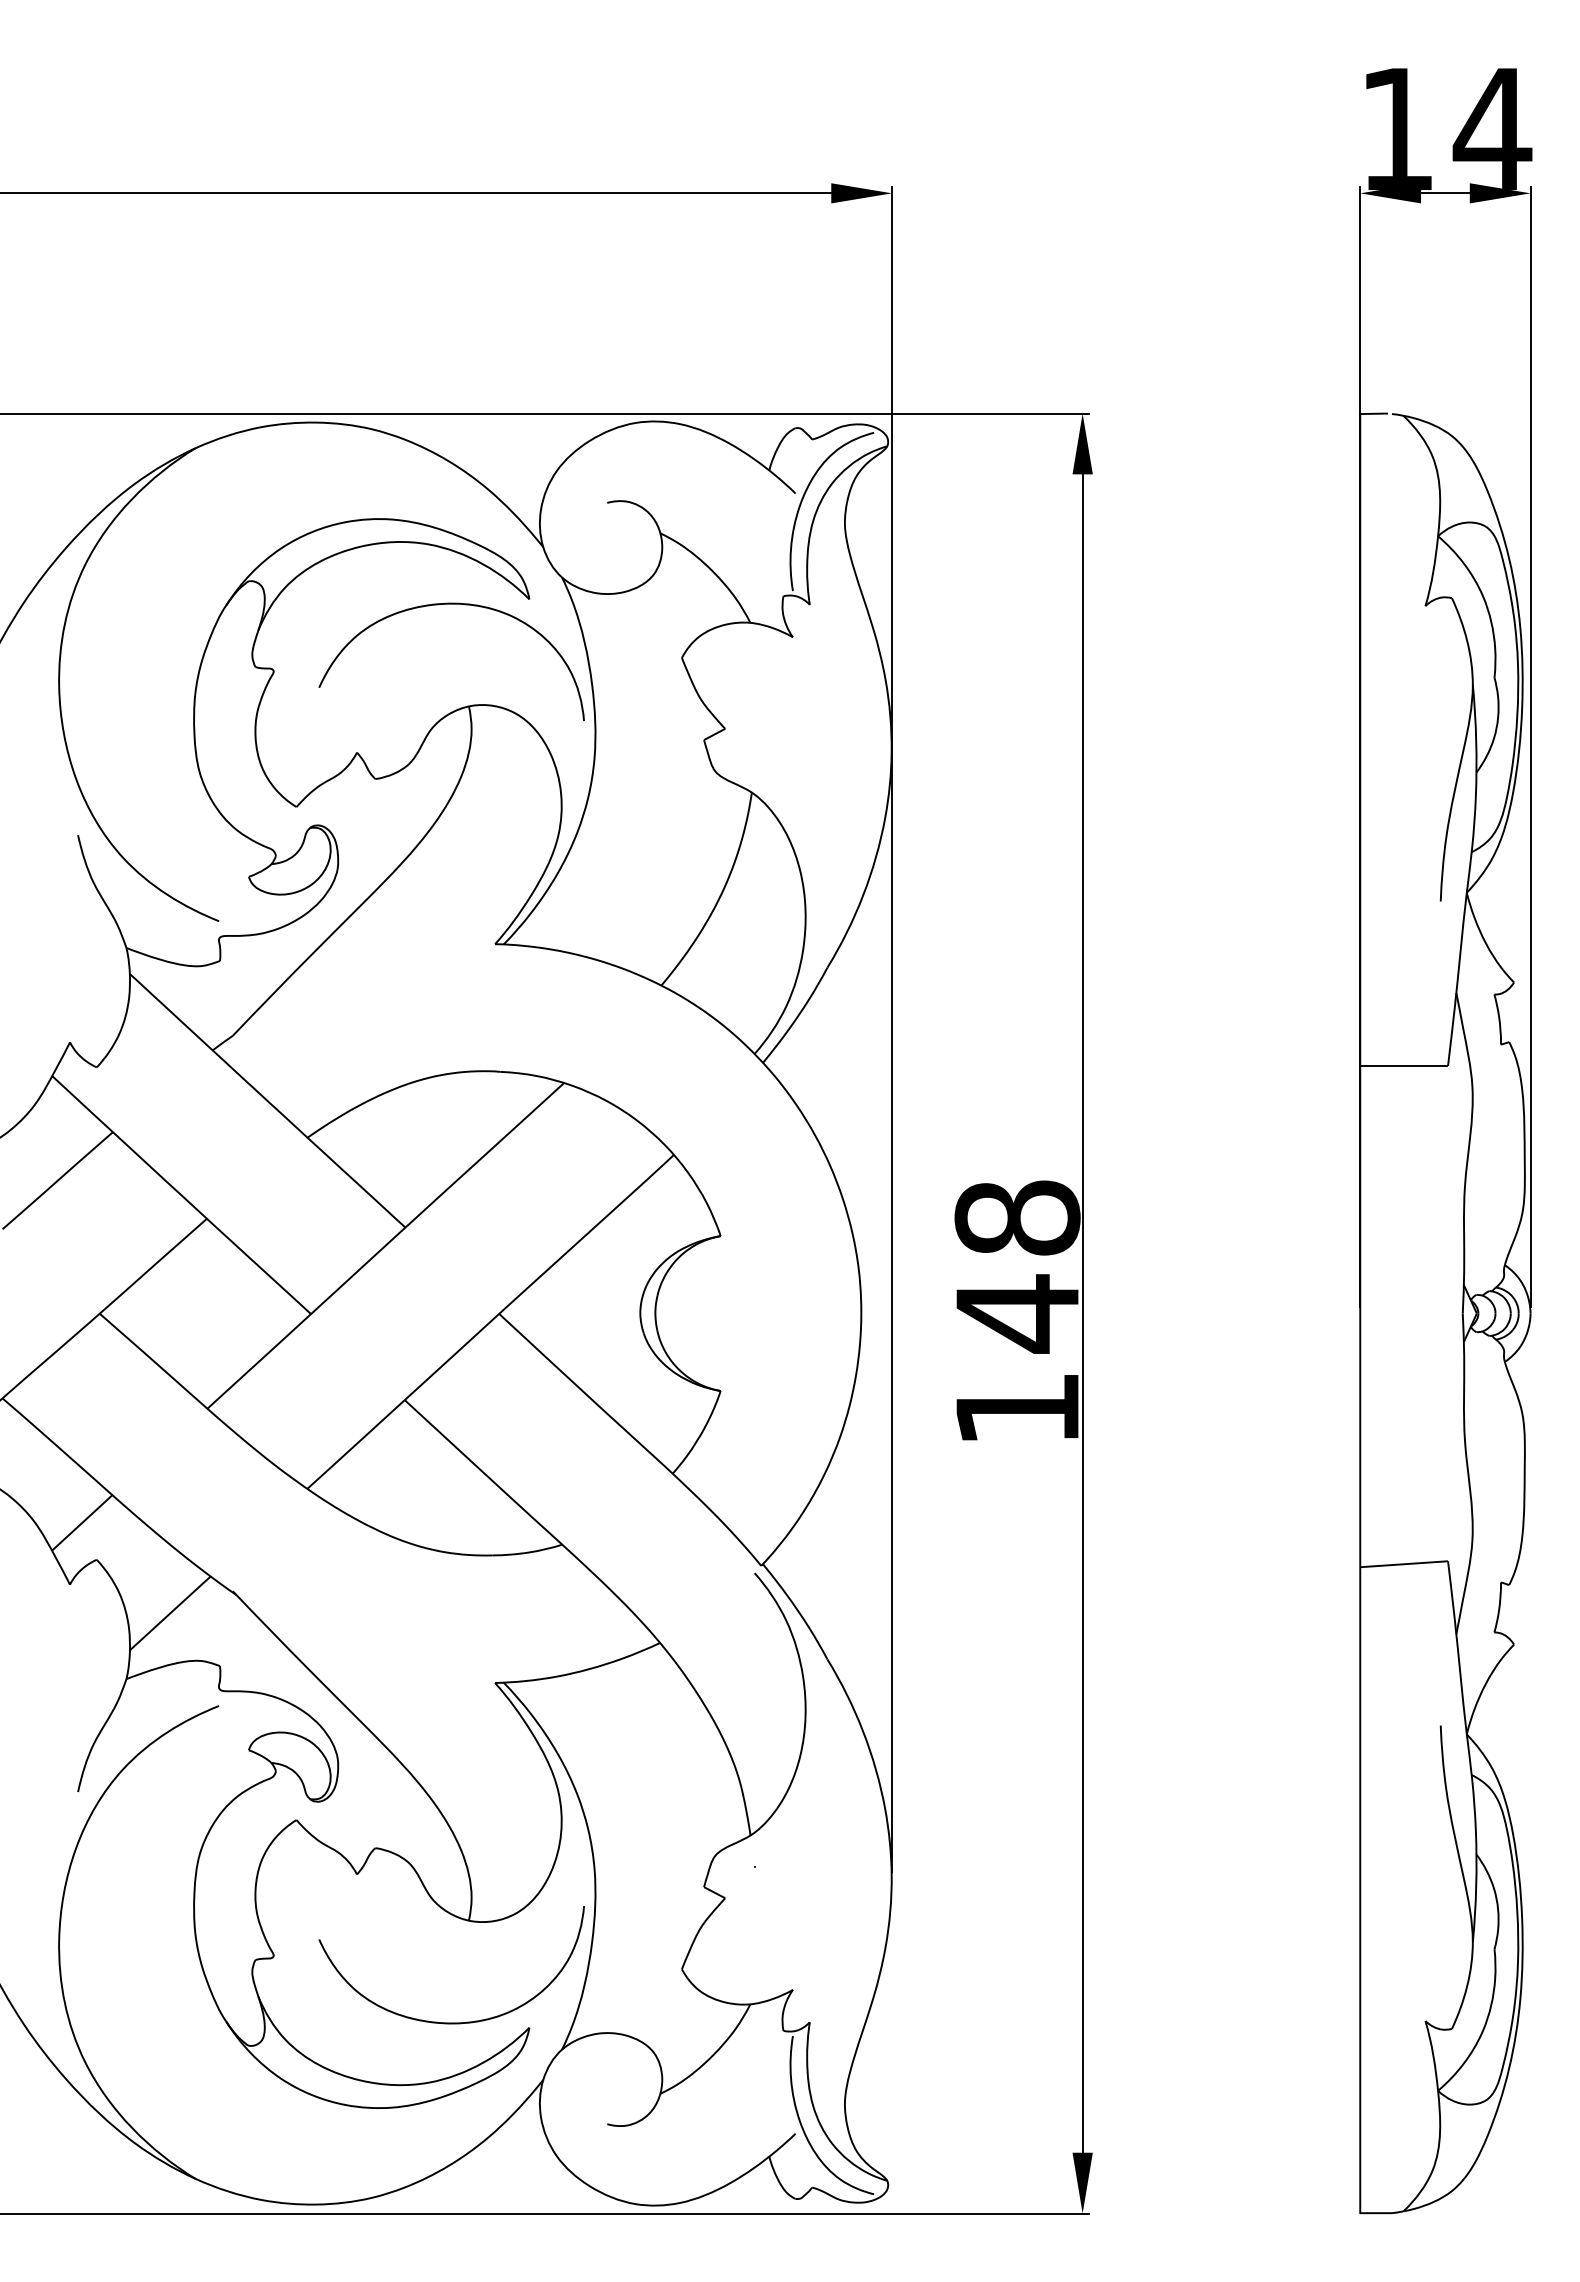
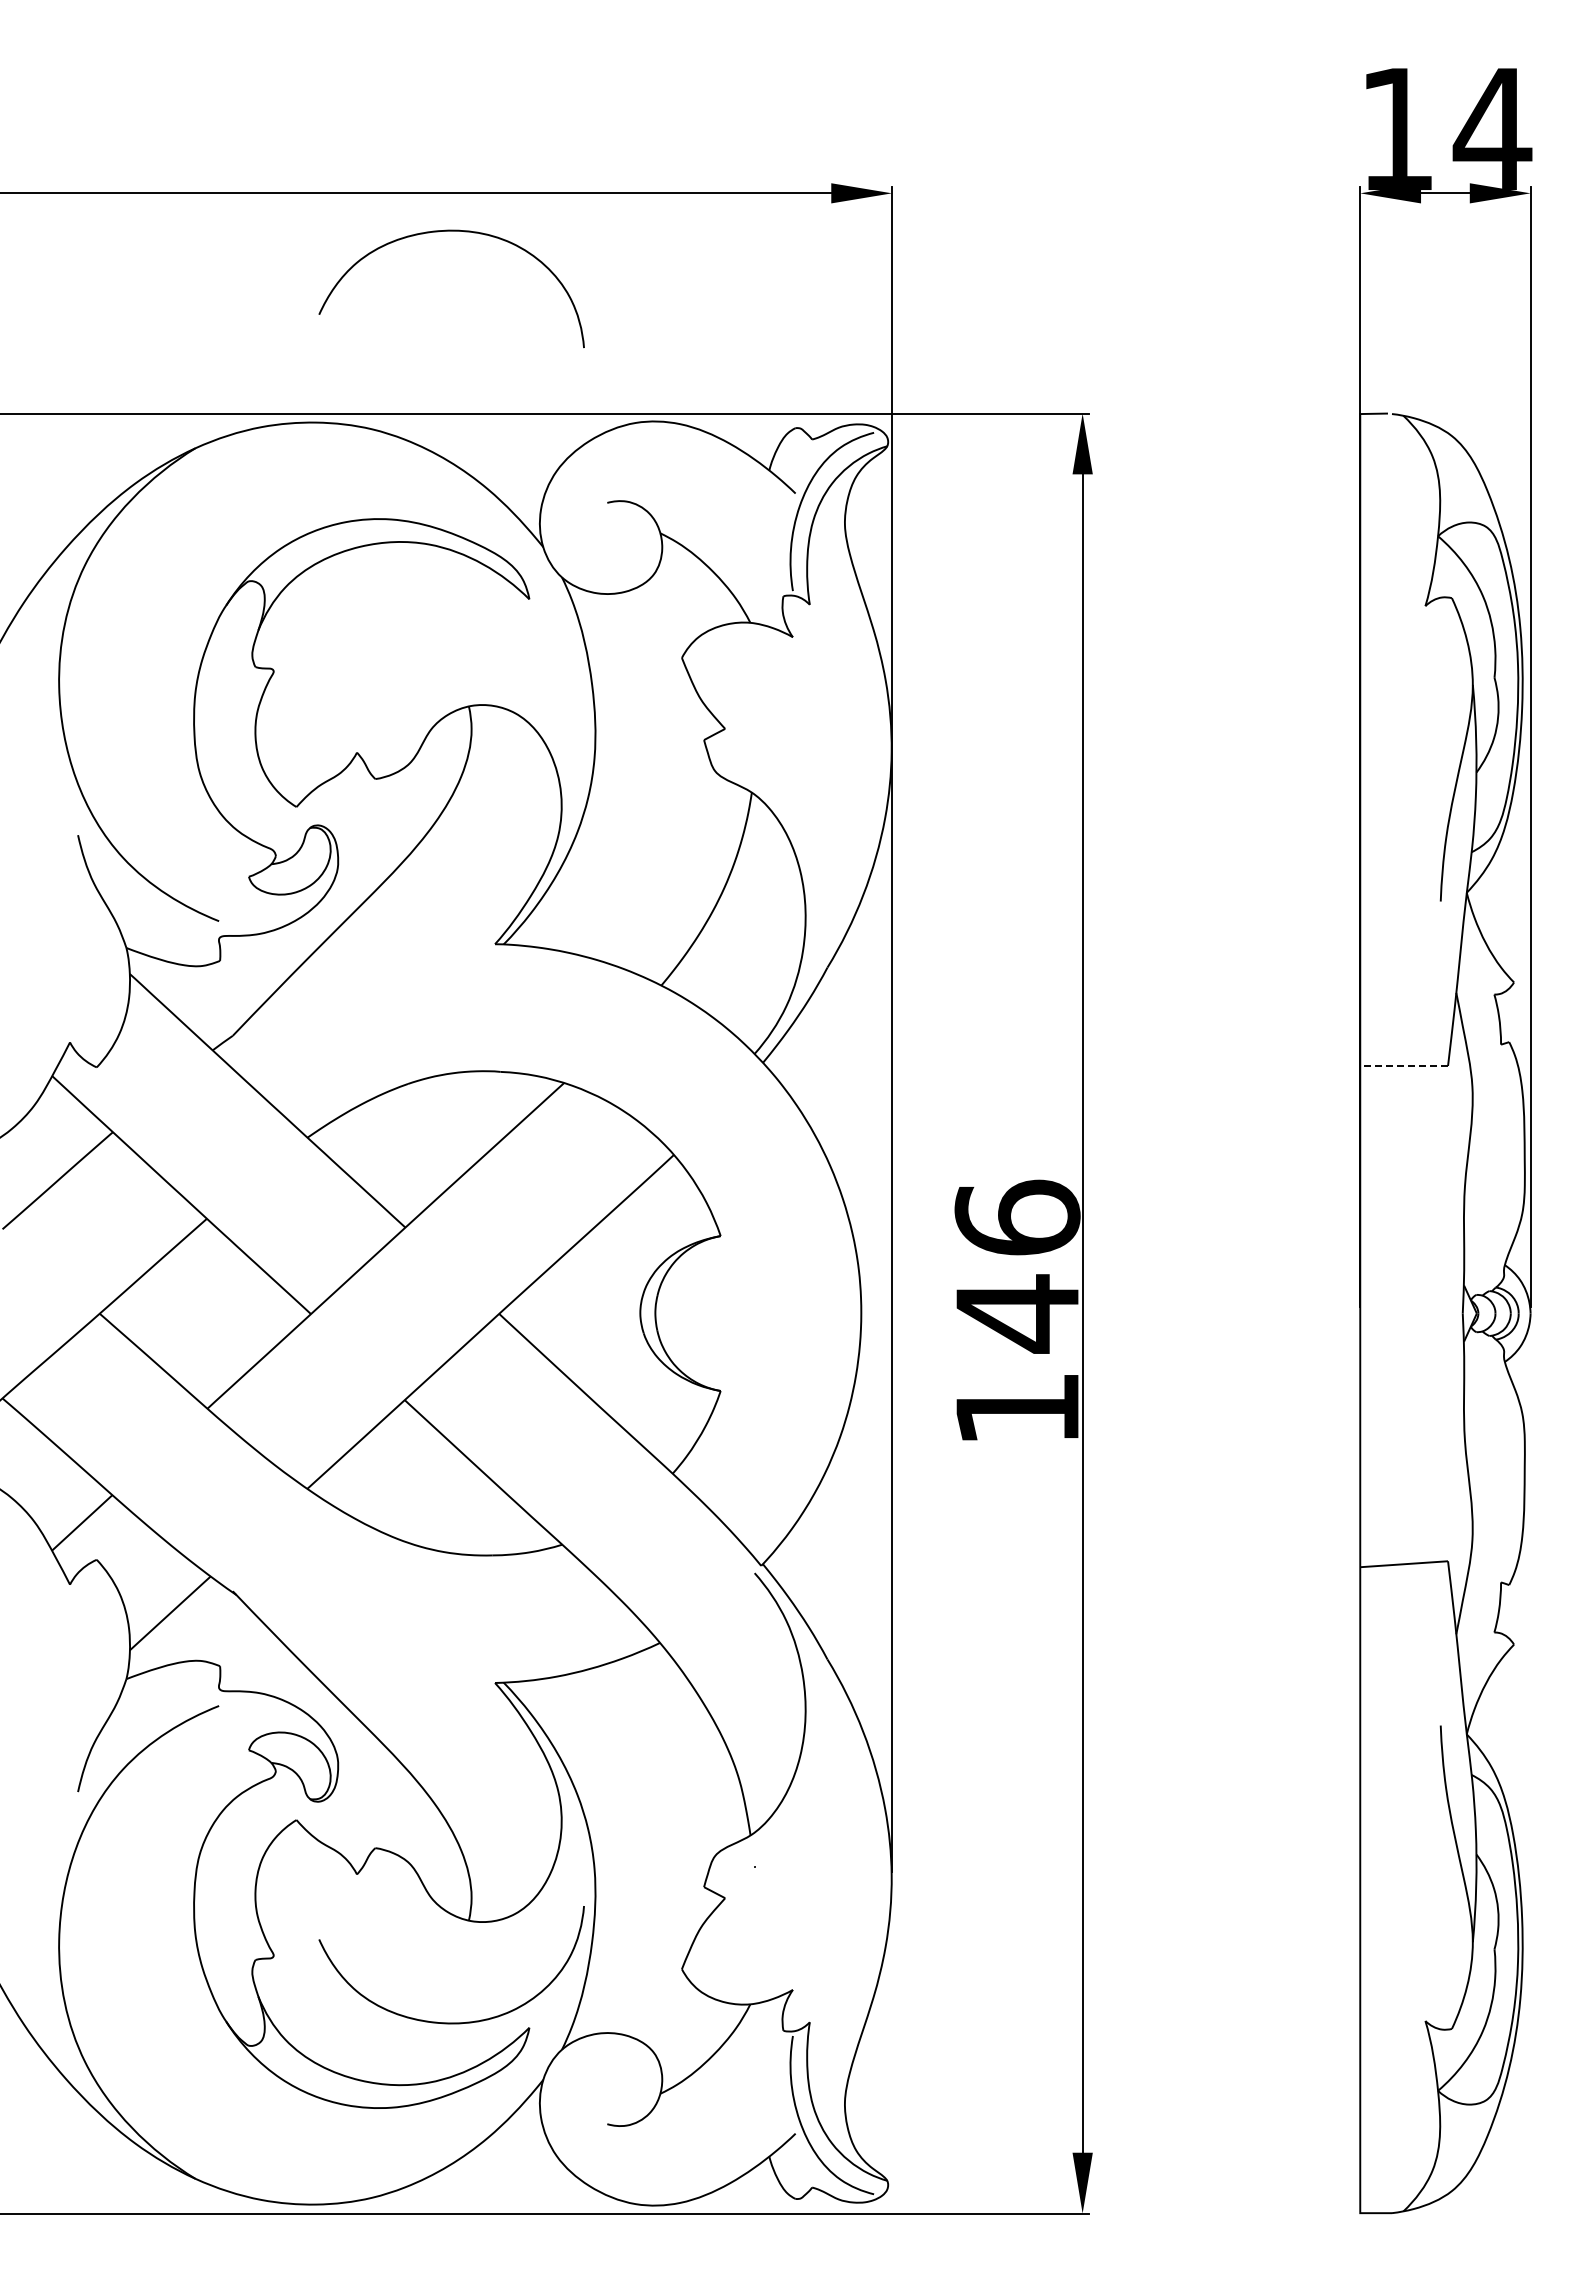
curve at (451, 604) position: (451, 604) -> (451, 231)
line at (1404, 1065): solid -> dashed
text at (1017, 1217): 148 -> 146
